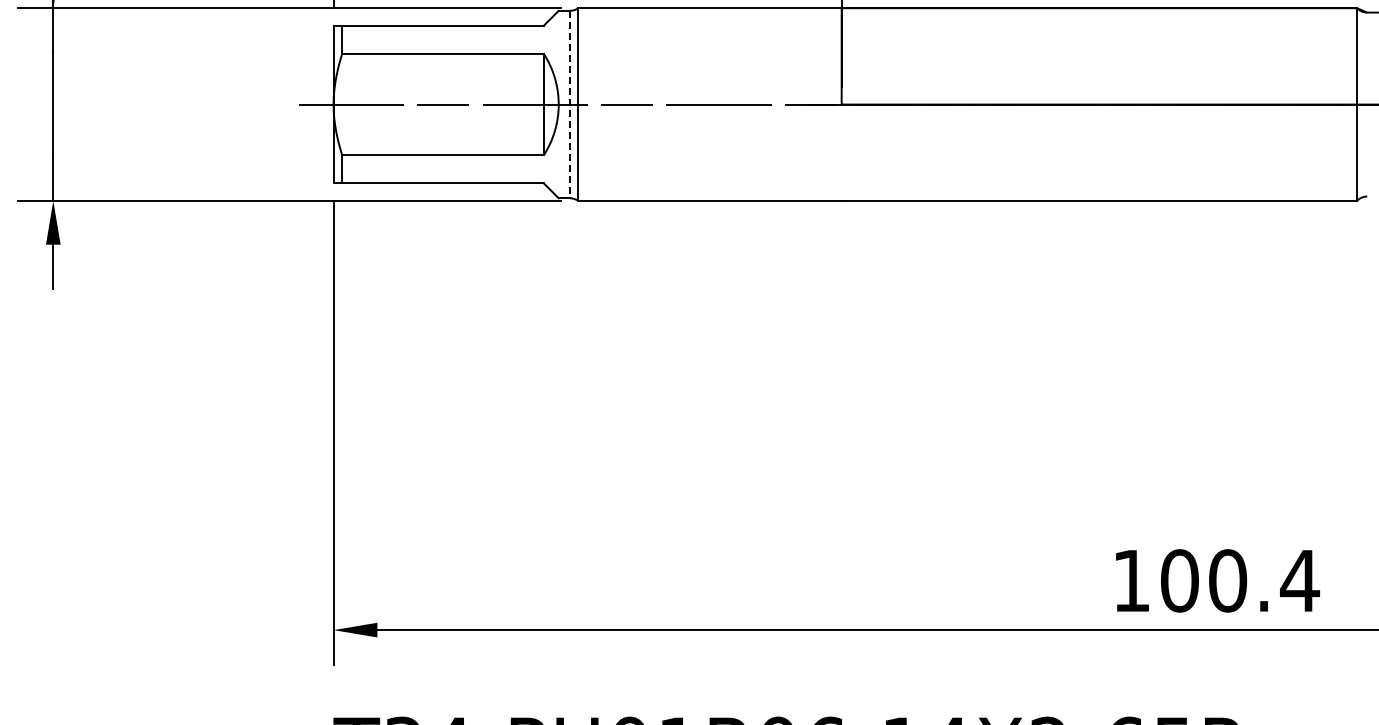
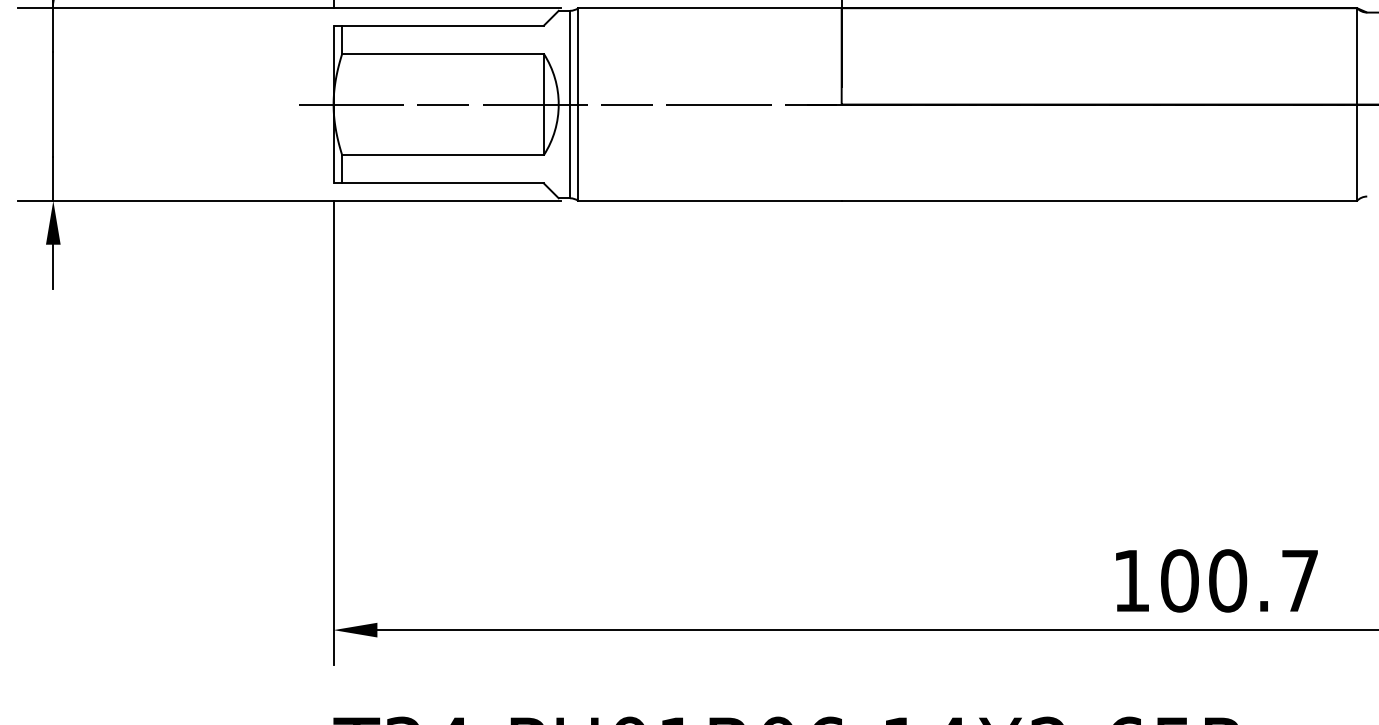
line at (570, 104): dashed -> solid
text at (1300, 580): 100.4 -> 100.7
